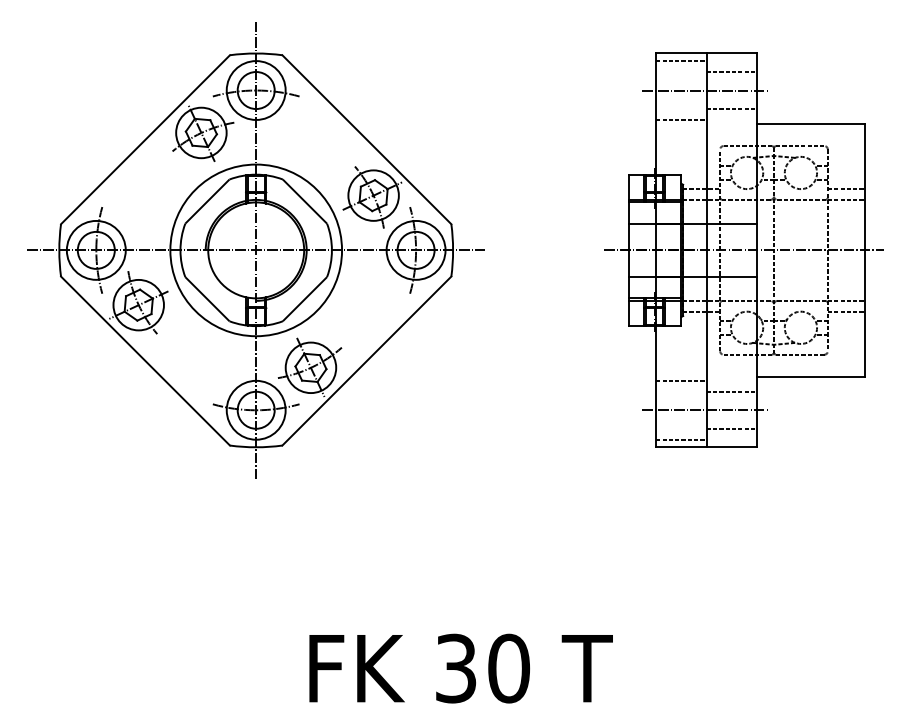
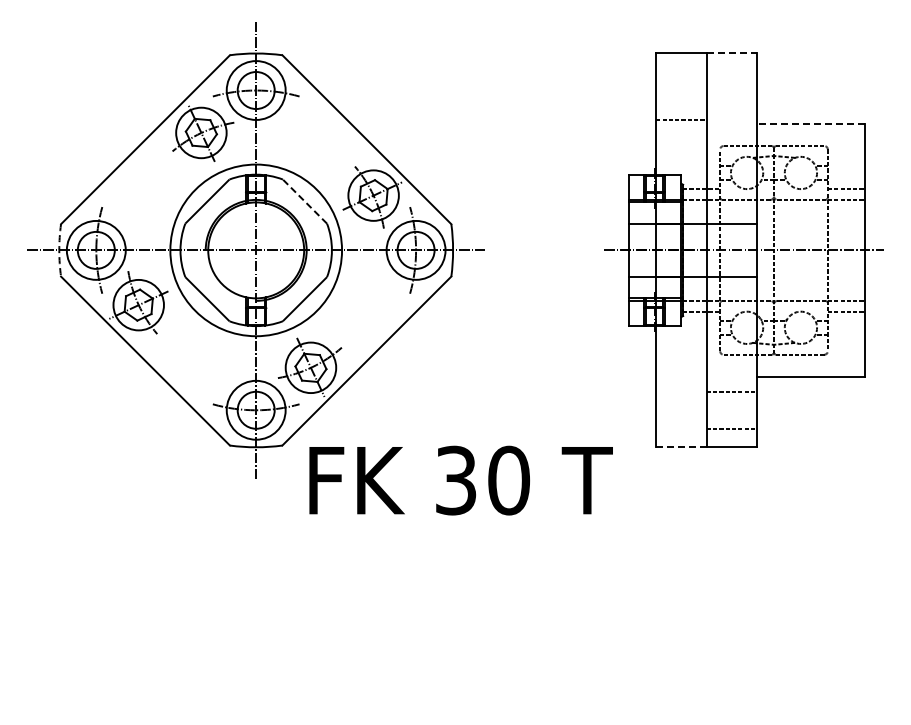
line at (732, 53): solid -> dashed
line at (681, 61): present -> none
line at (731, 72): present -> none
line at (705, 90): present -> none
line at (731, 109): present -> none
line at (811, 124): solid -> dashed
line at (304, 201): solid -> dashed
arc at (59, 250): solid -> dashed
line at (681, 380): present -> none
line at (705, 410): present -> none
line at (681, 439): present -> none
line at (681, 447): solid -> dashed
text at (460, 668) position: (460, 668) -> (460, 480)
